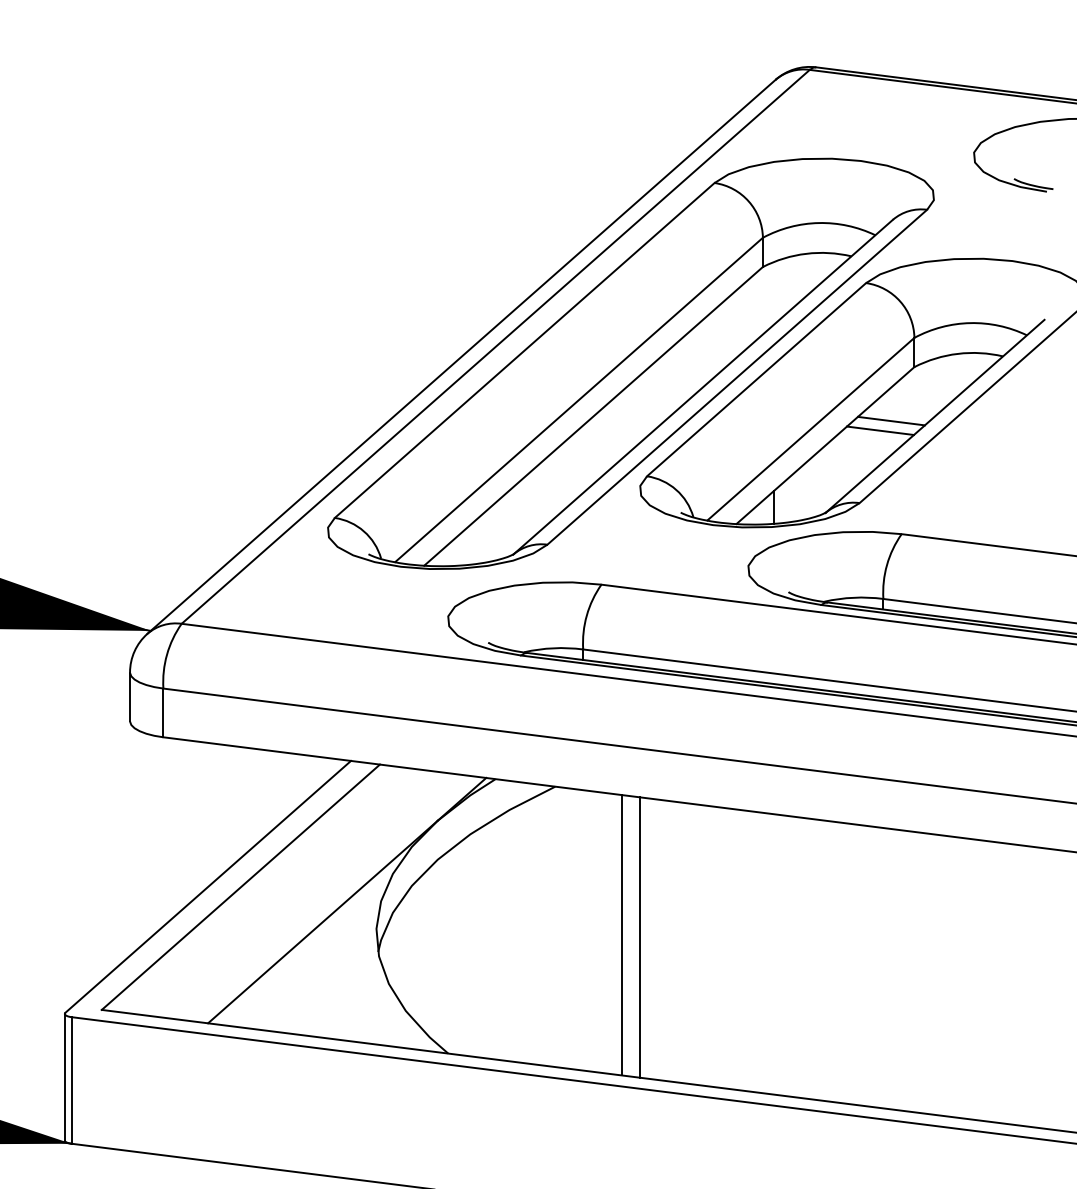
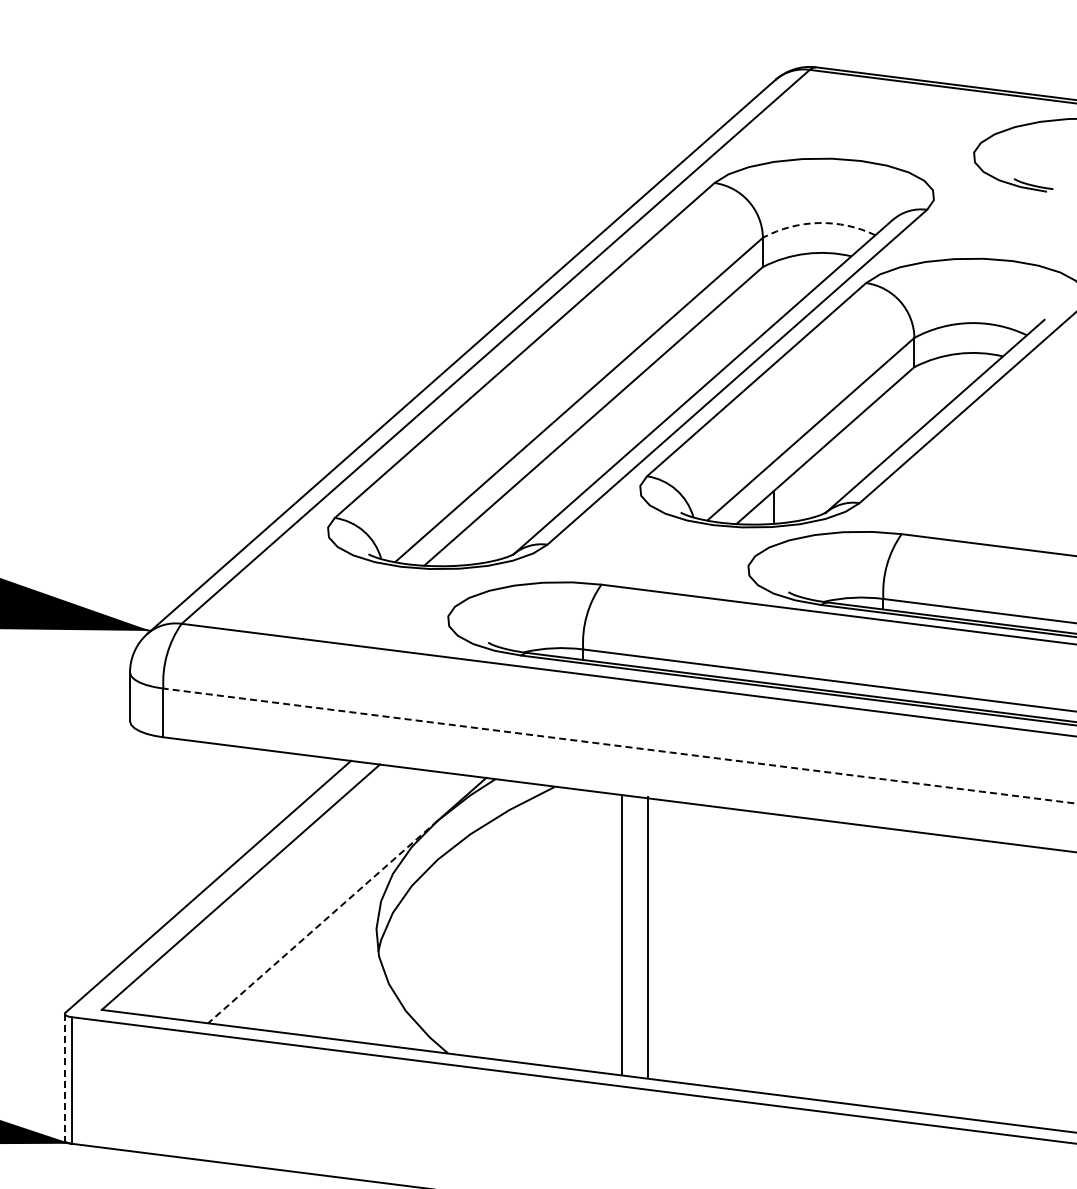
arc at (818, 223): solid -> dashed
line at (890, 420): present -> none
line at (879, 430): present -> none
line at (619, 746): solid -> dashed
line at (322, 922): solid -> dashed
line at (639, 937) position: (639, 937) -> (647, 937)
line at (64, 1077): solid -> dashed
